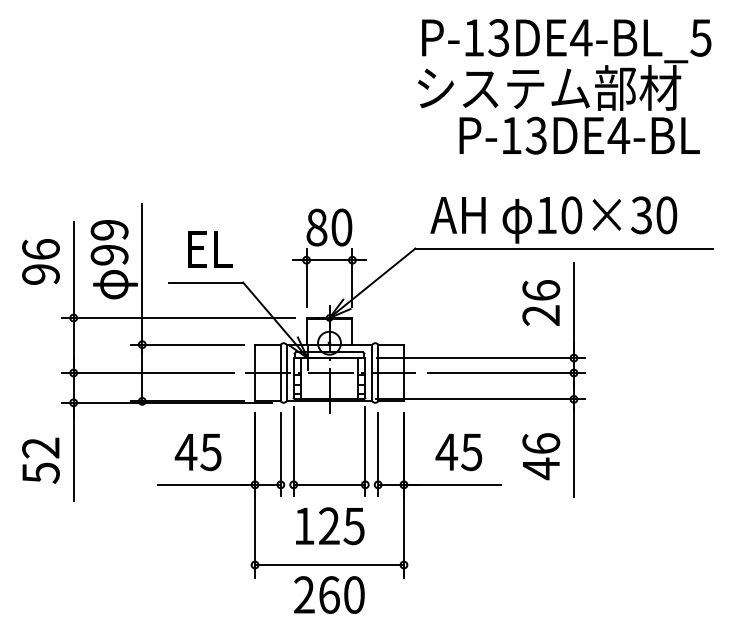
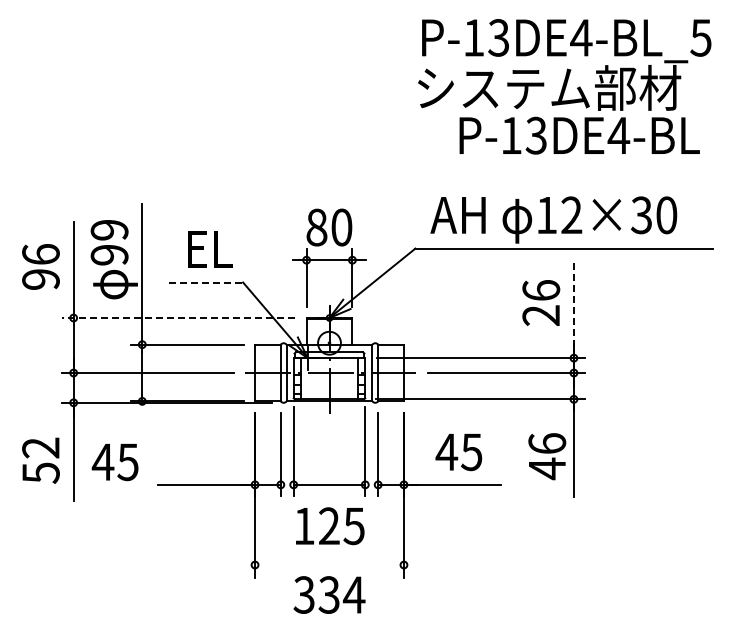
text at (571, 215): 10×30 -> 12×30
text at (40, 261) position: (40, 261) -> (40, 266)
line at (206, 282): solid -> dashed
line at (573, 310): solid -> dashed
line at (178, 318): solid -> dashed
text at (197, 452) position: (197, 452) -> (114, 462)
text at (541, 456) position: (541, 456) -> (547, 456)
line at (329, 565): present -> none
text at (329, 594): 260 -> 334
